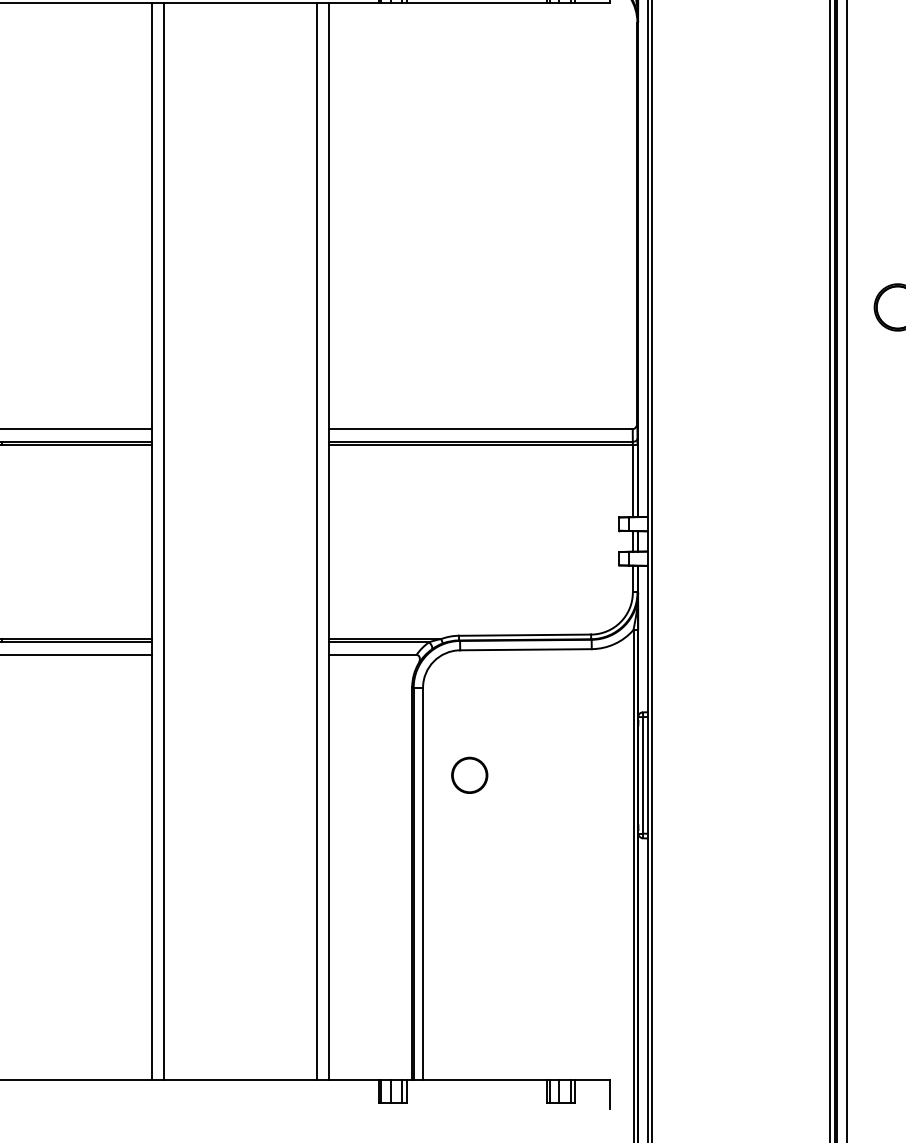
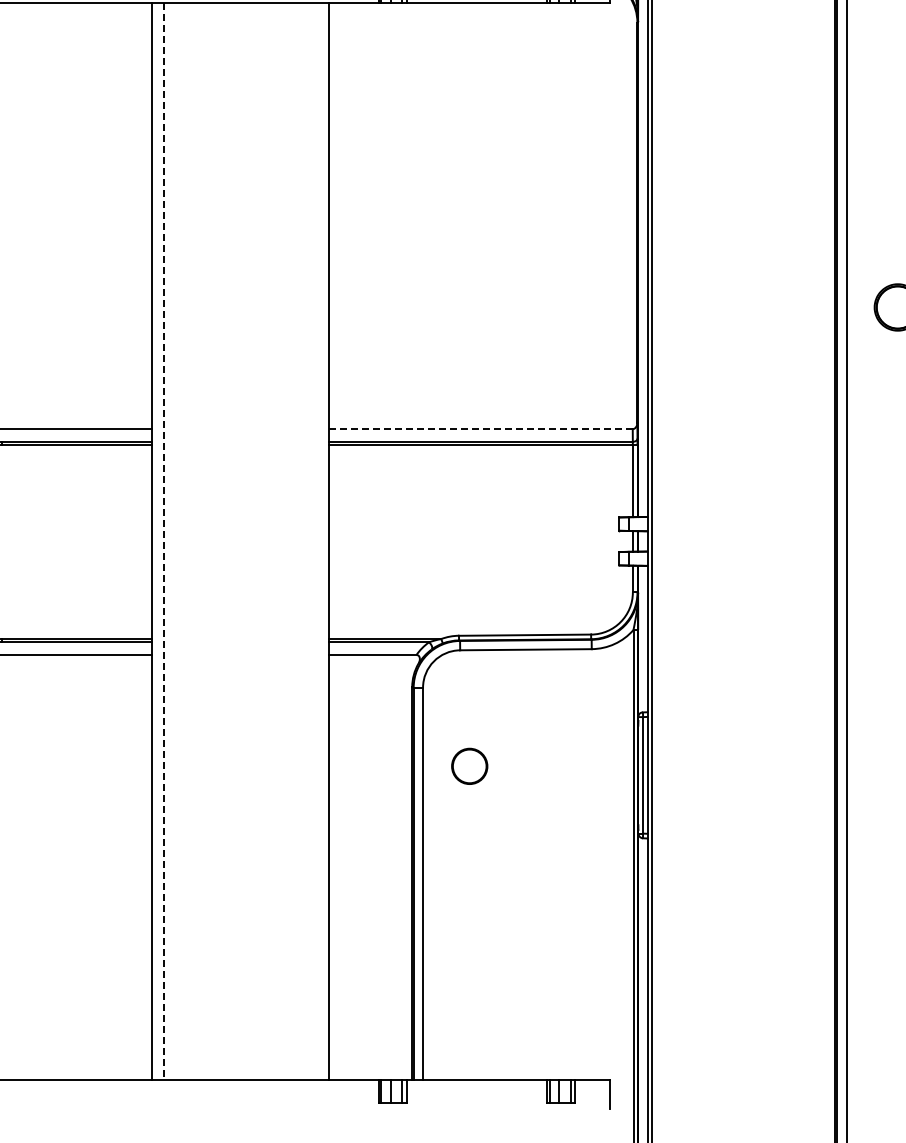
line at (481, 429): solid -> dashed
line at (163, 541): solid -> dashed
line at (317, 541): present -> none
line at (830, 570): present -> none
circle at (469, 774) position: (469, 774) -> (469, 765)
